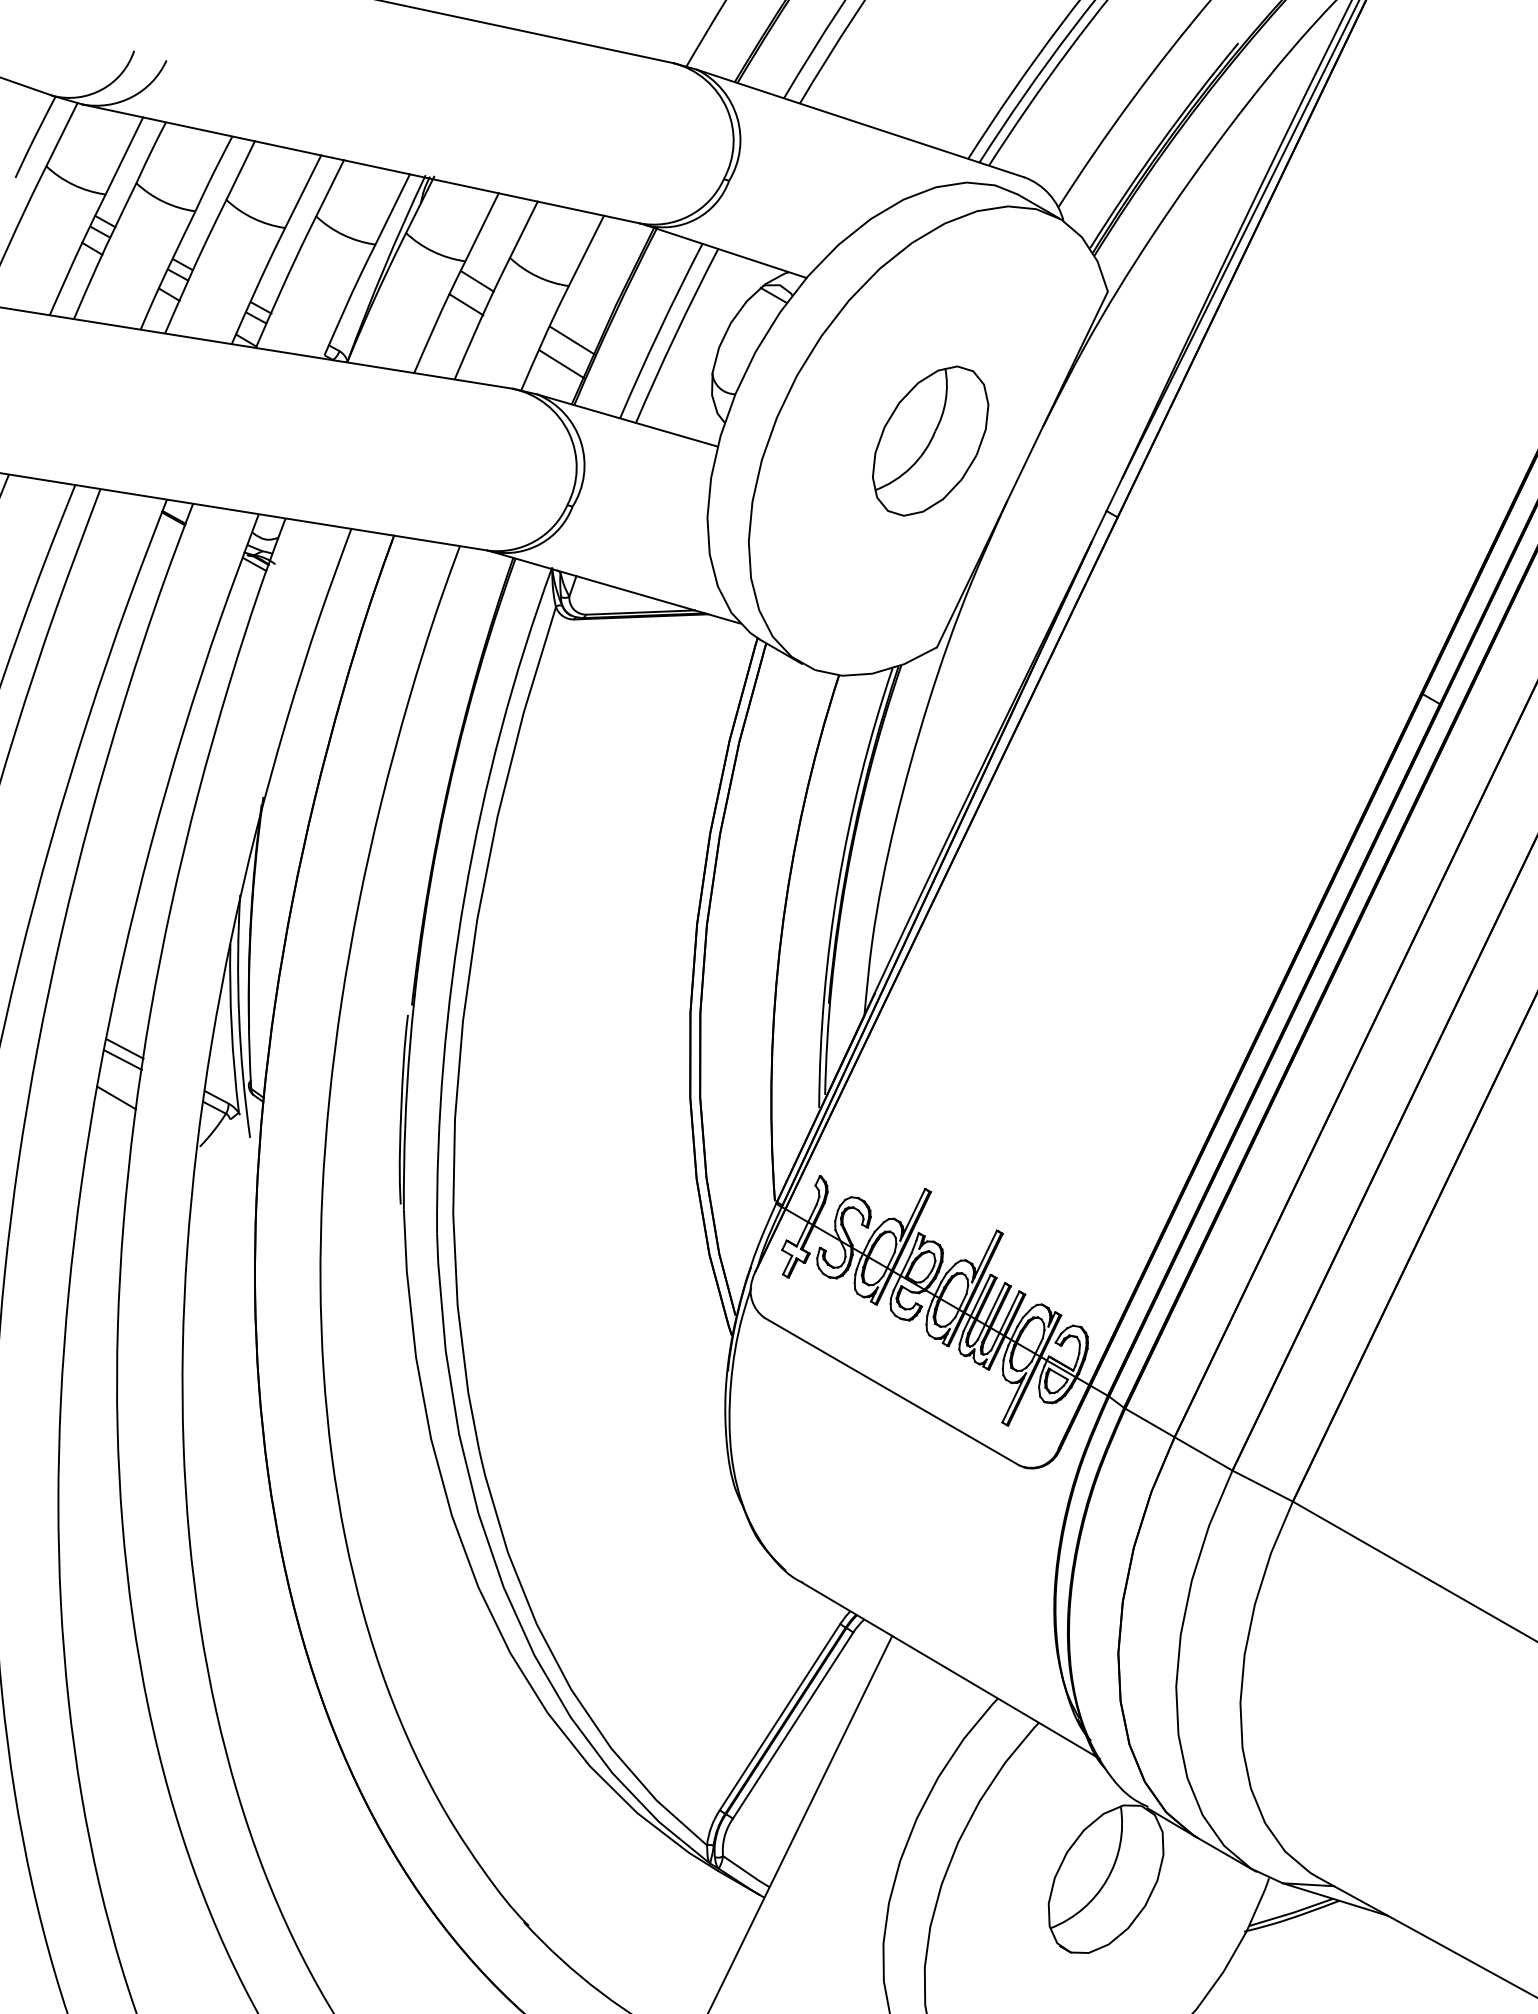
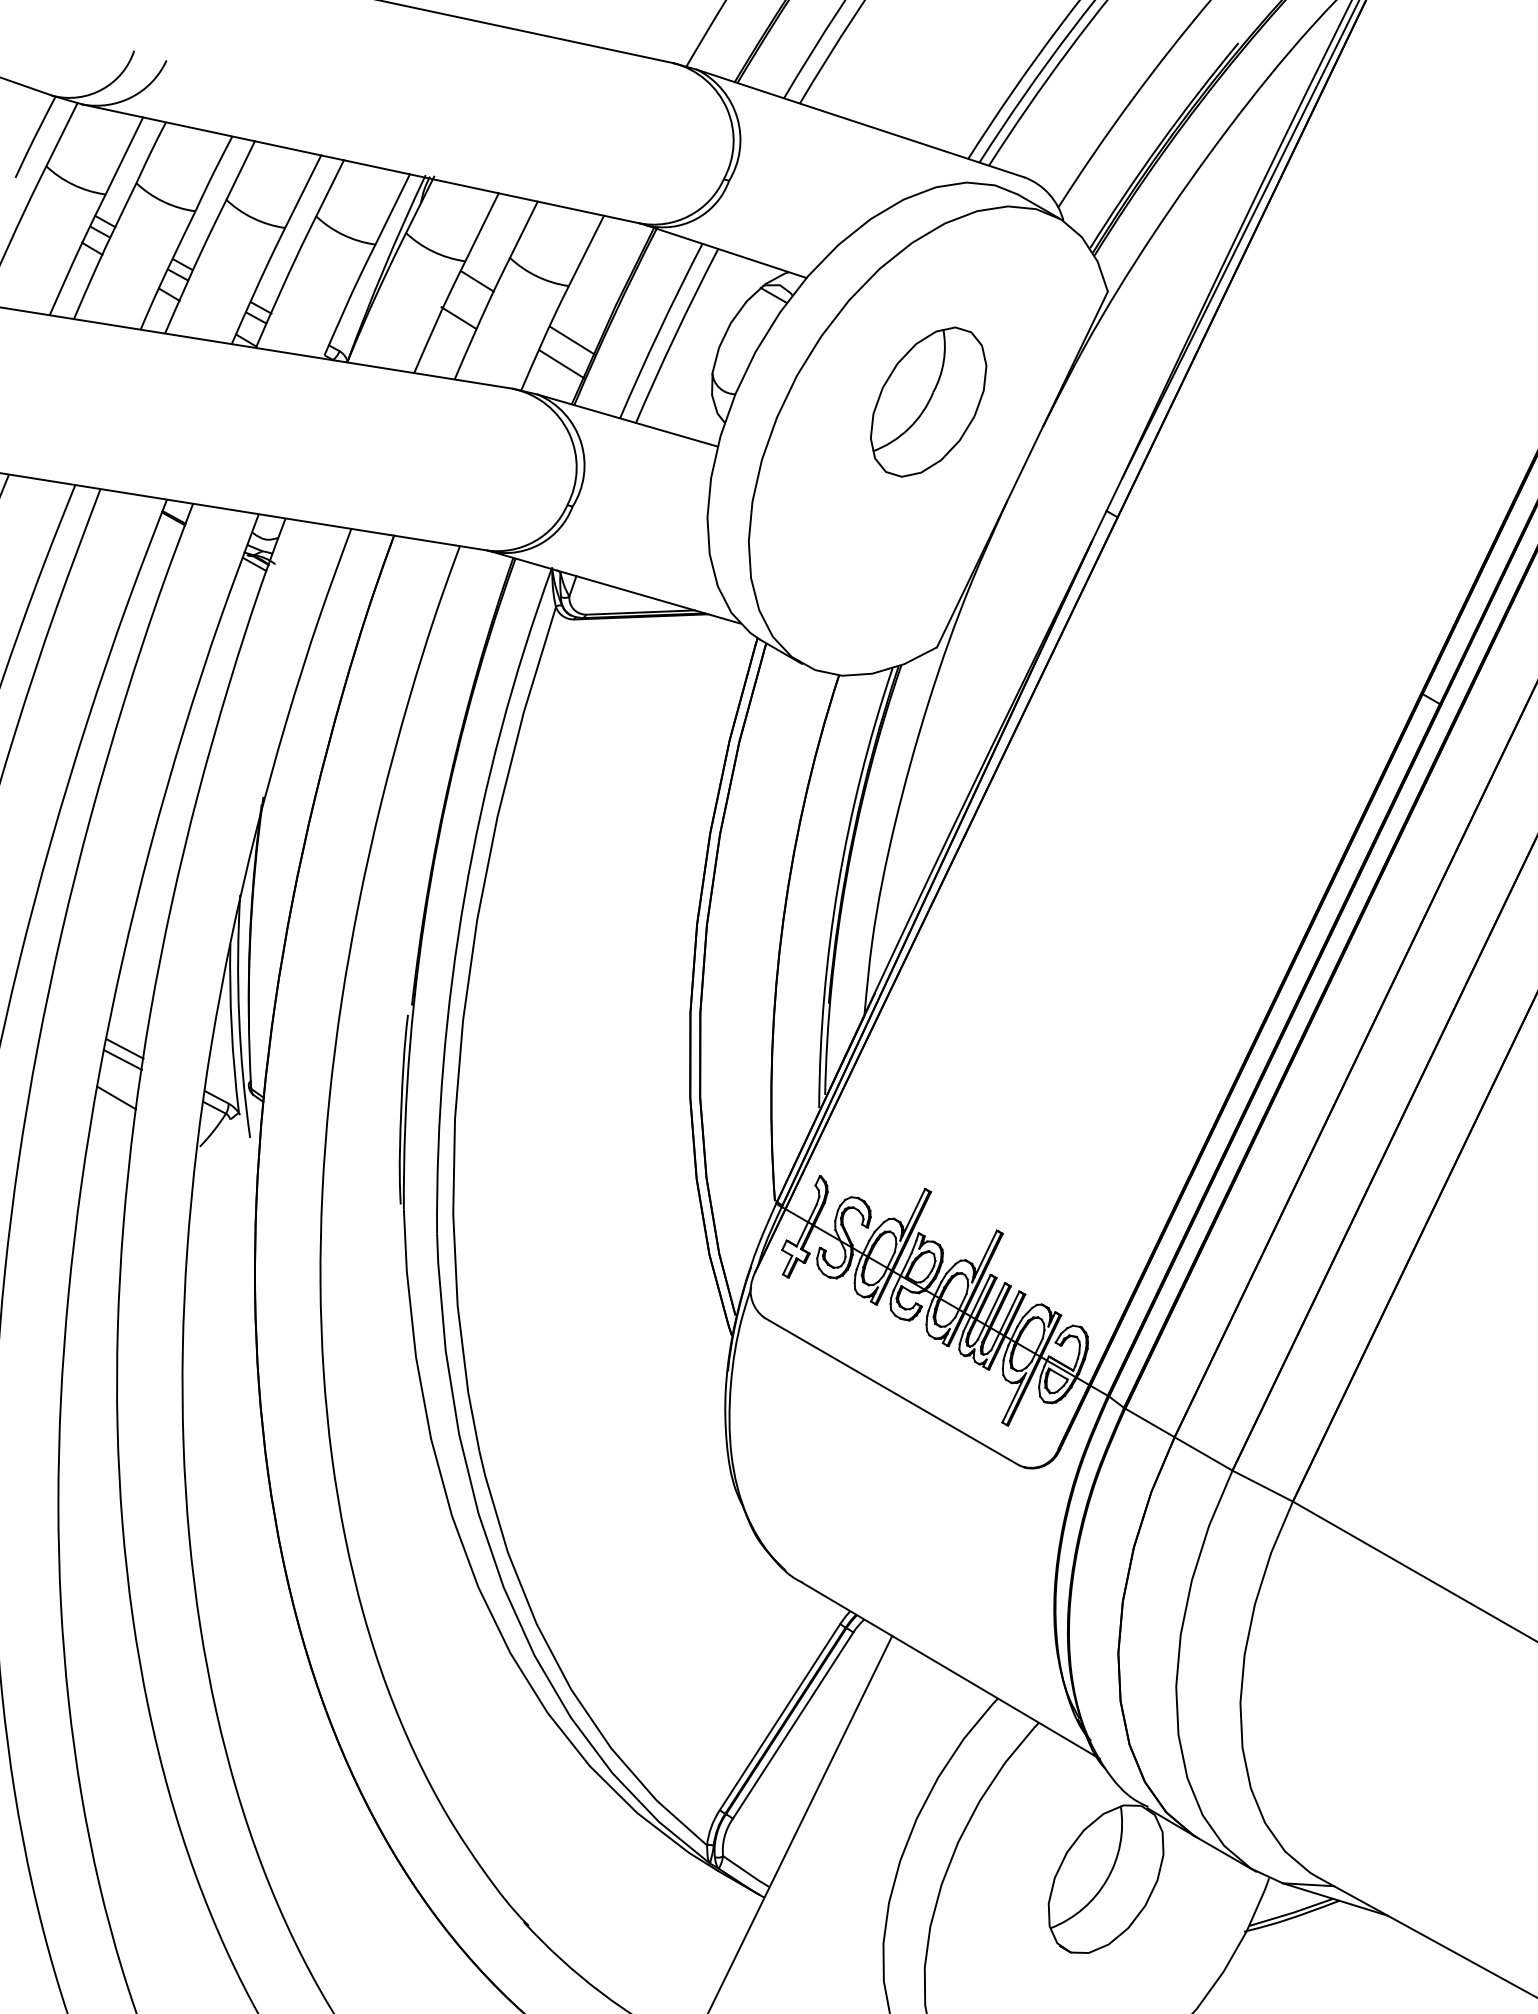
line at (466, 304) position: (466, 304) -> (458, 317)
part at (930, 440) position: (930, 440) -> (928, 401)
